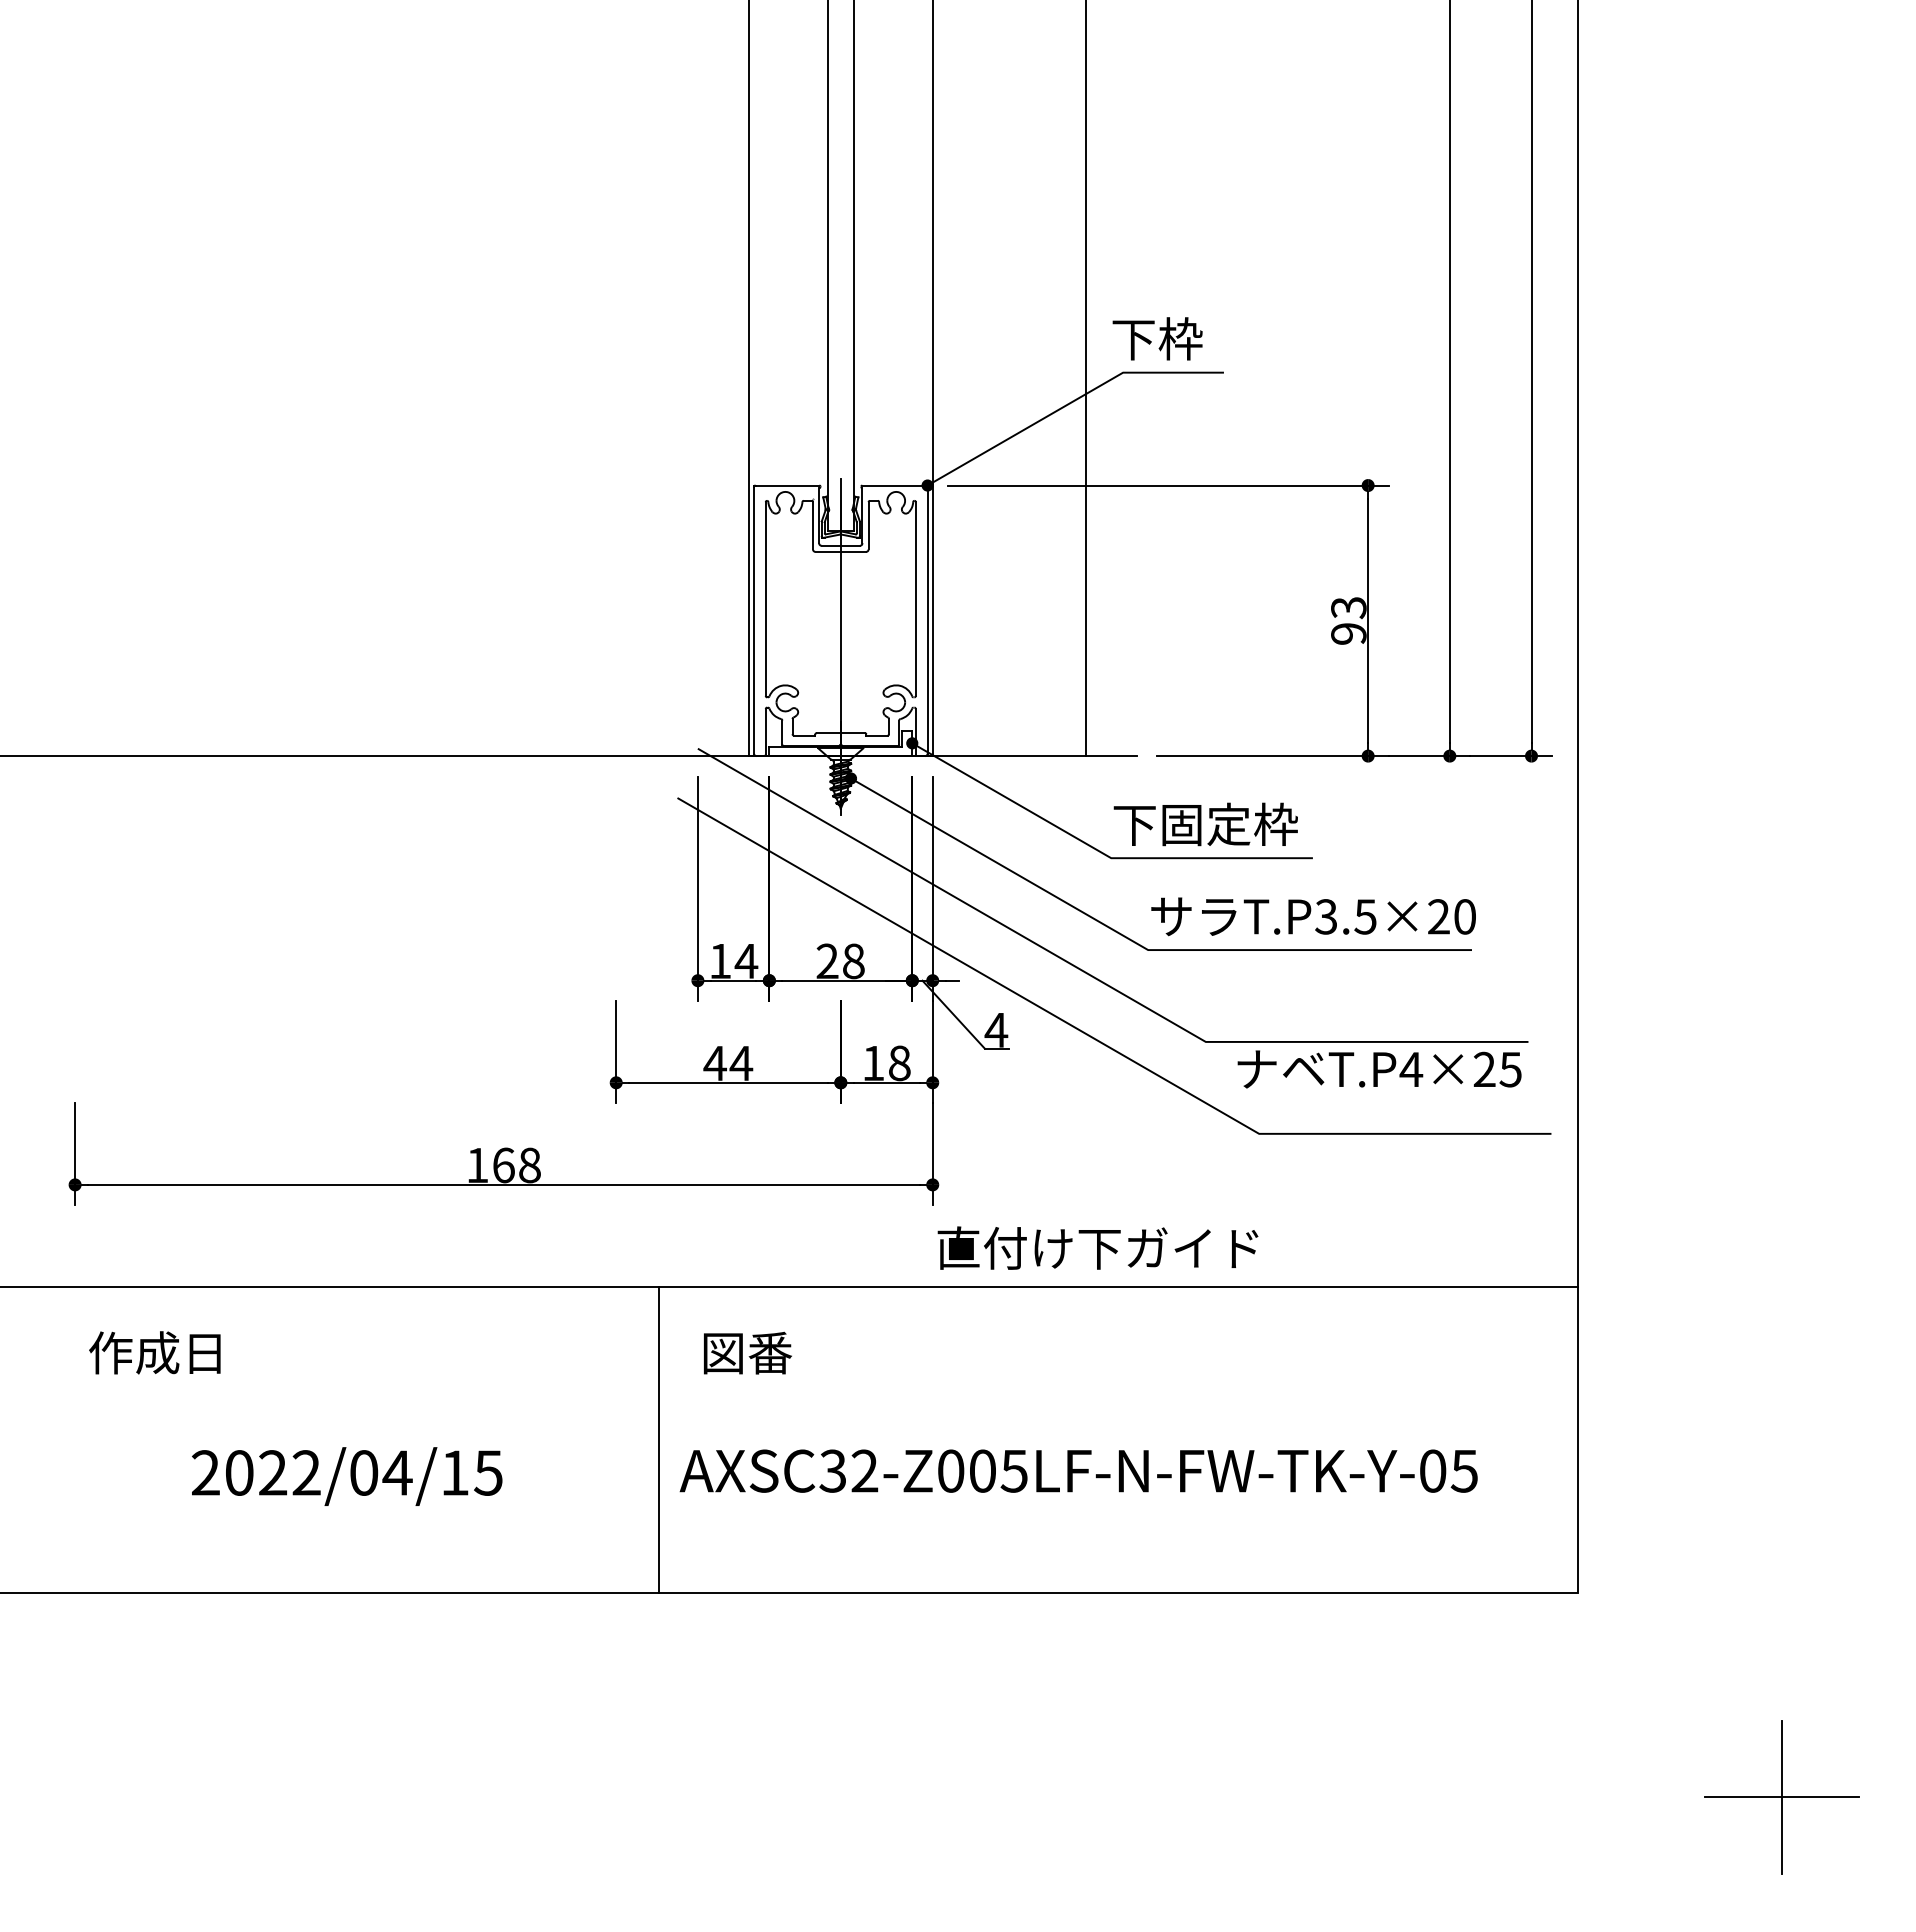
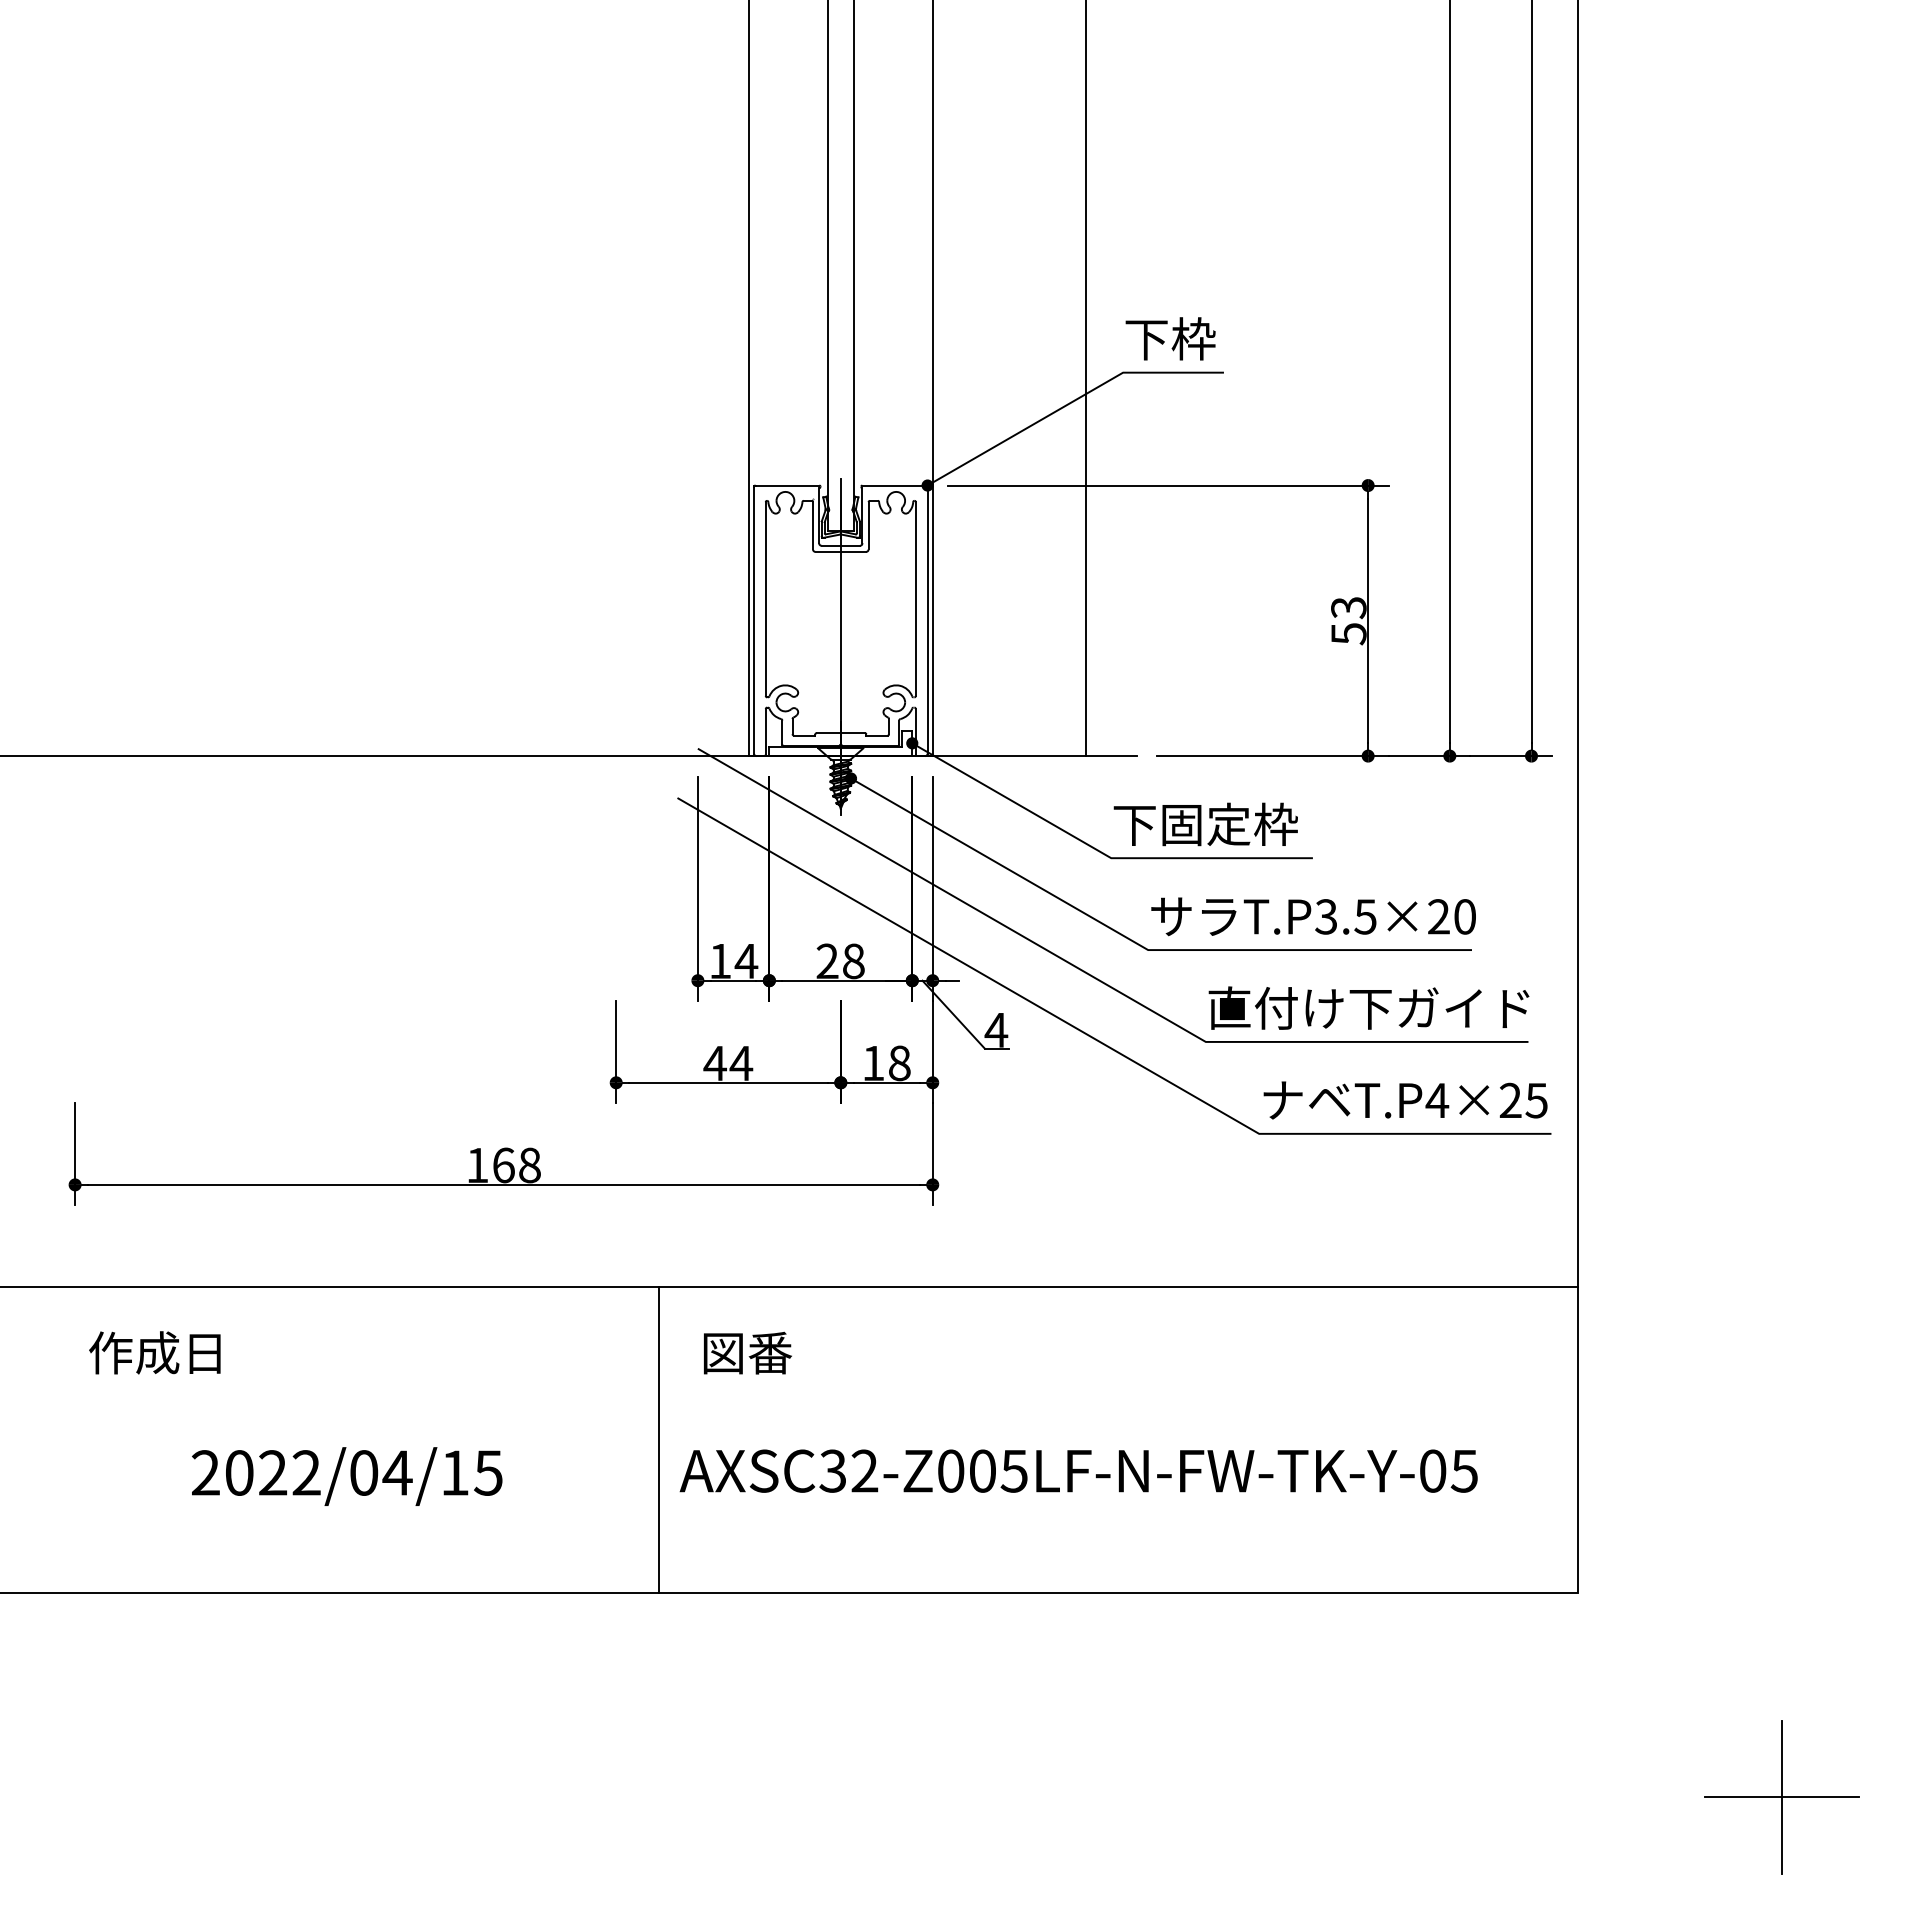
text at (1157, 338) position: (1157, 338) -> (1170, 338)
text at (1348, 634): 93 -> 53
text at (1379, 1069) position: (1379, 1069) -> (1405, 1100)
text at (1097, 1247) position: (1097, 1247) -> (1368, 1007)
